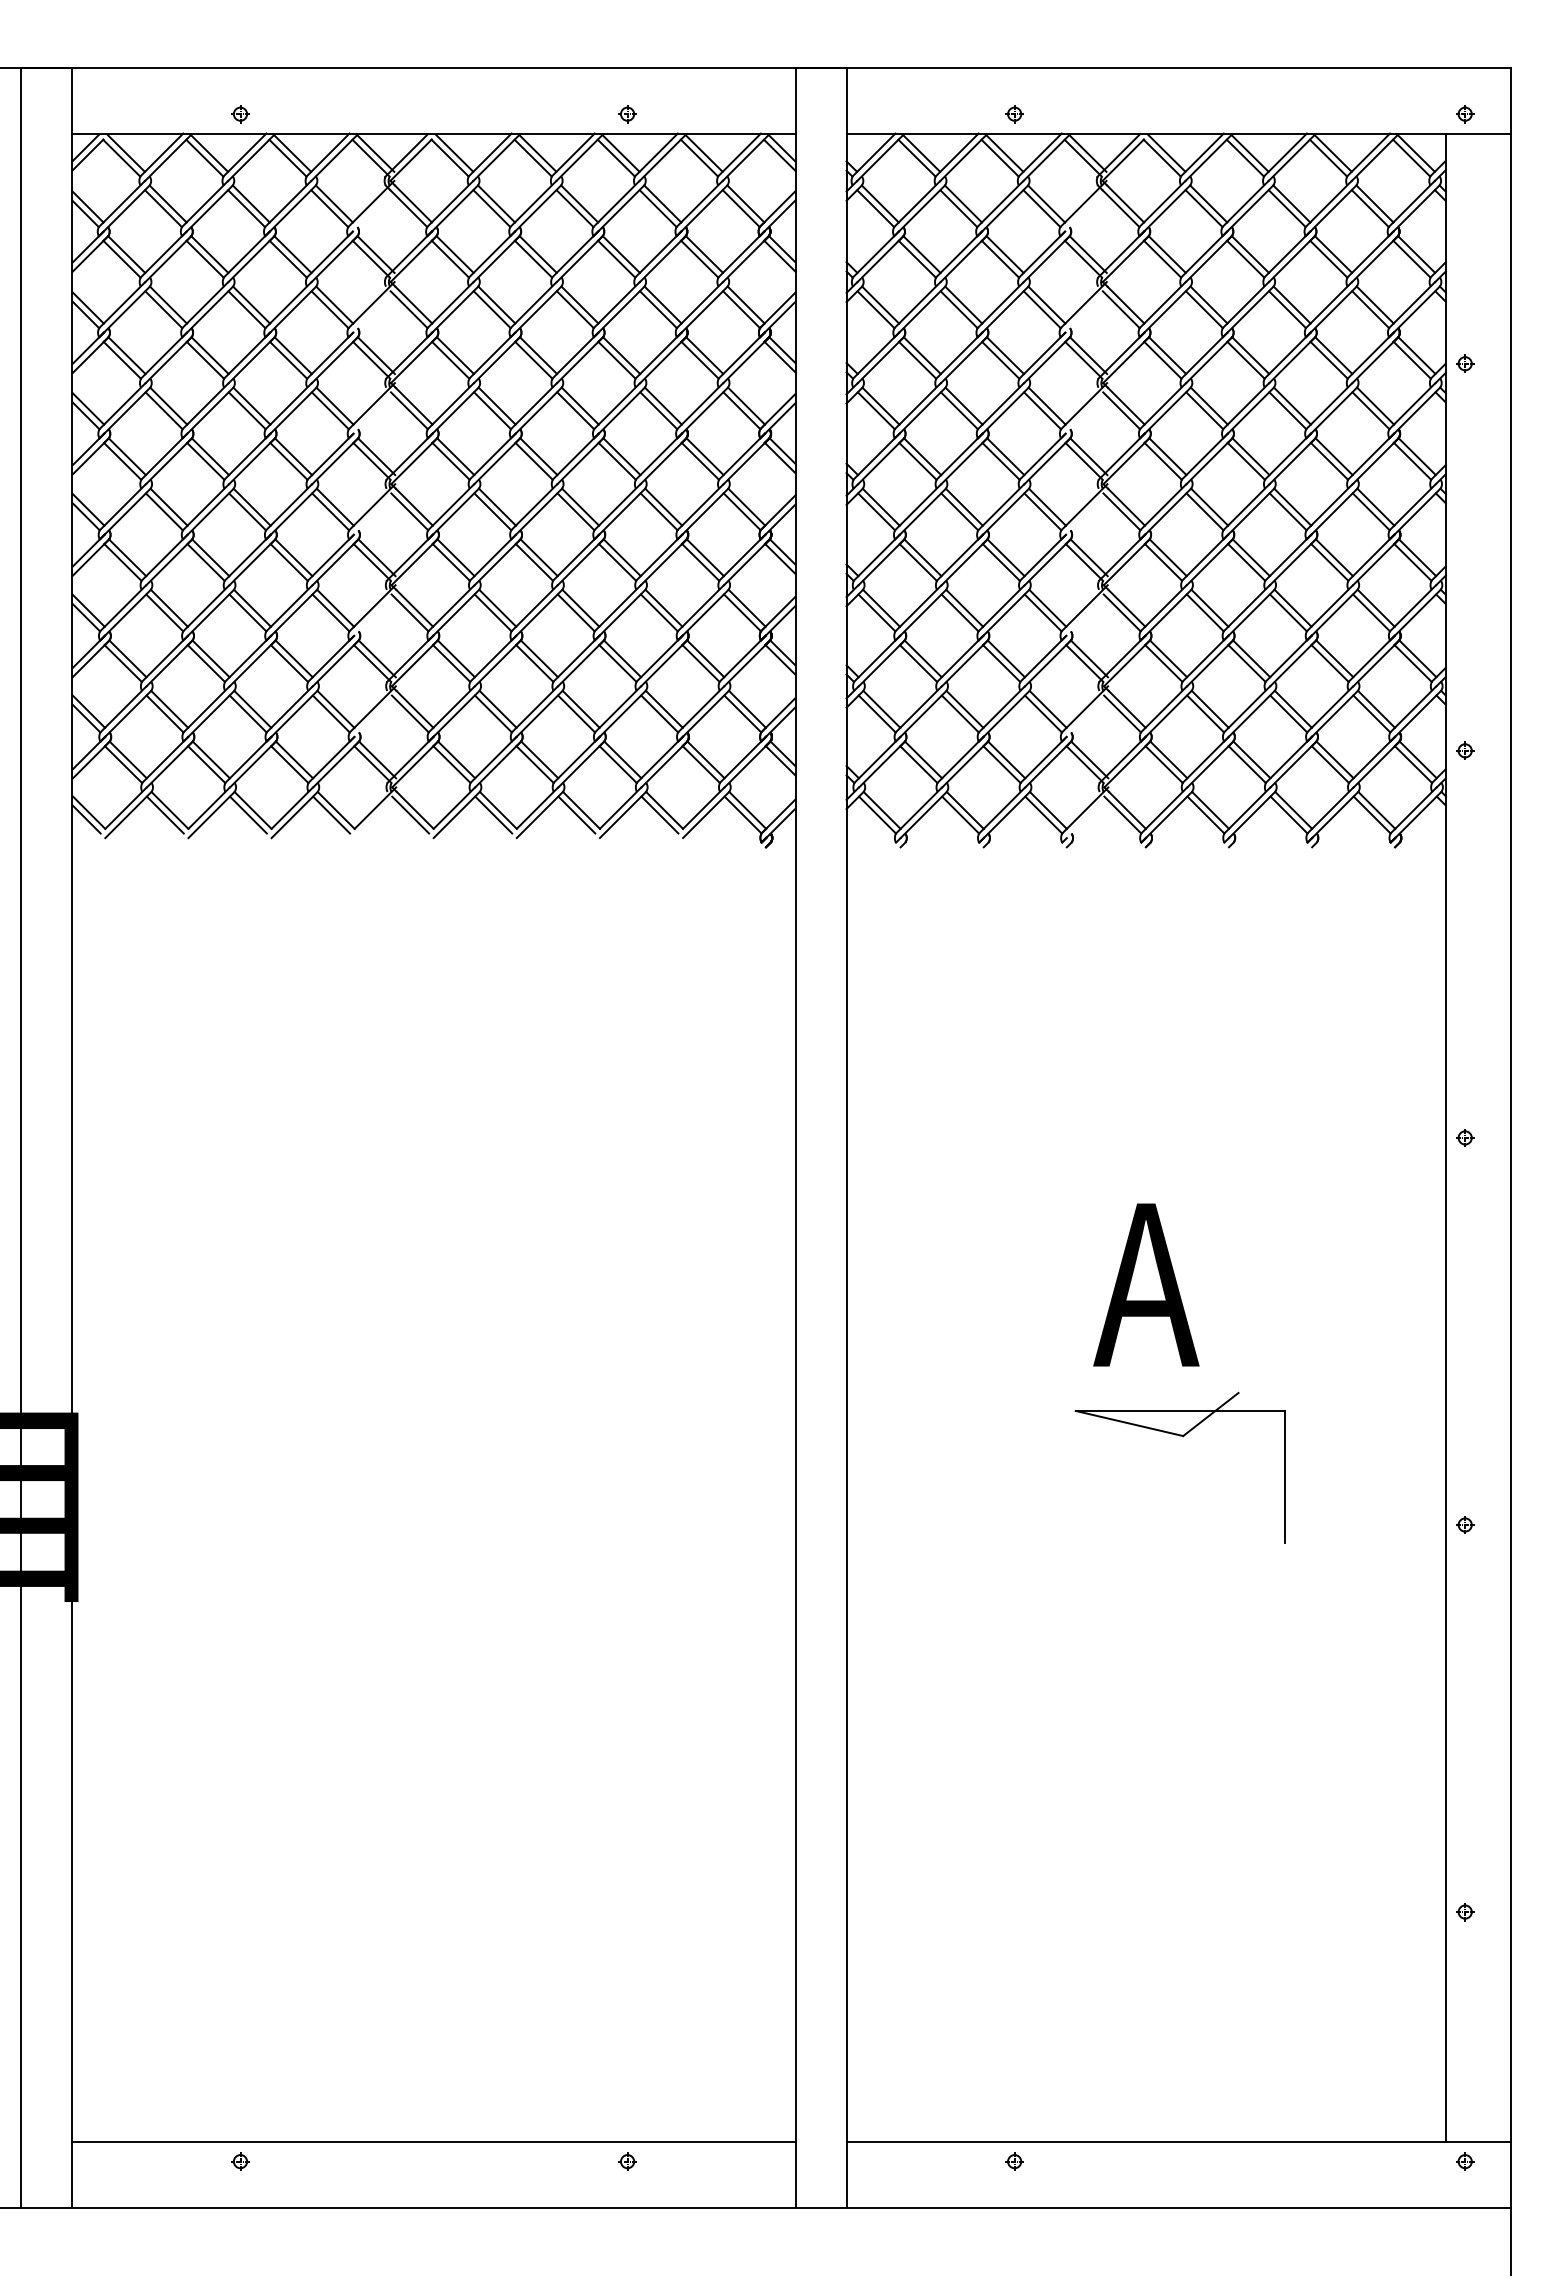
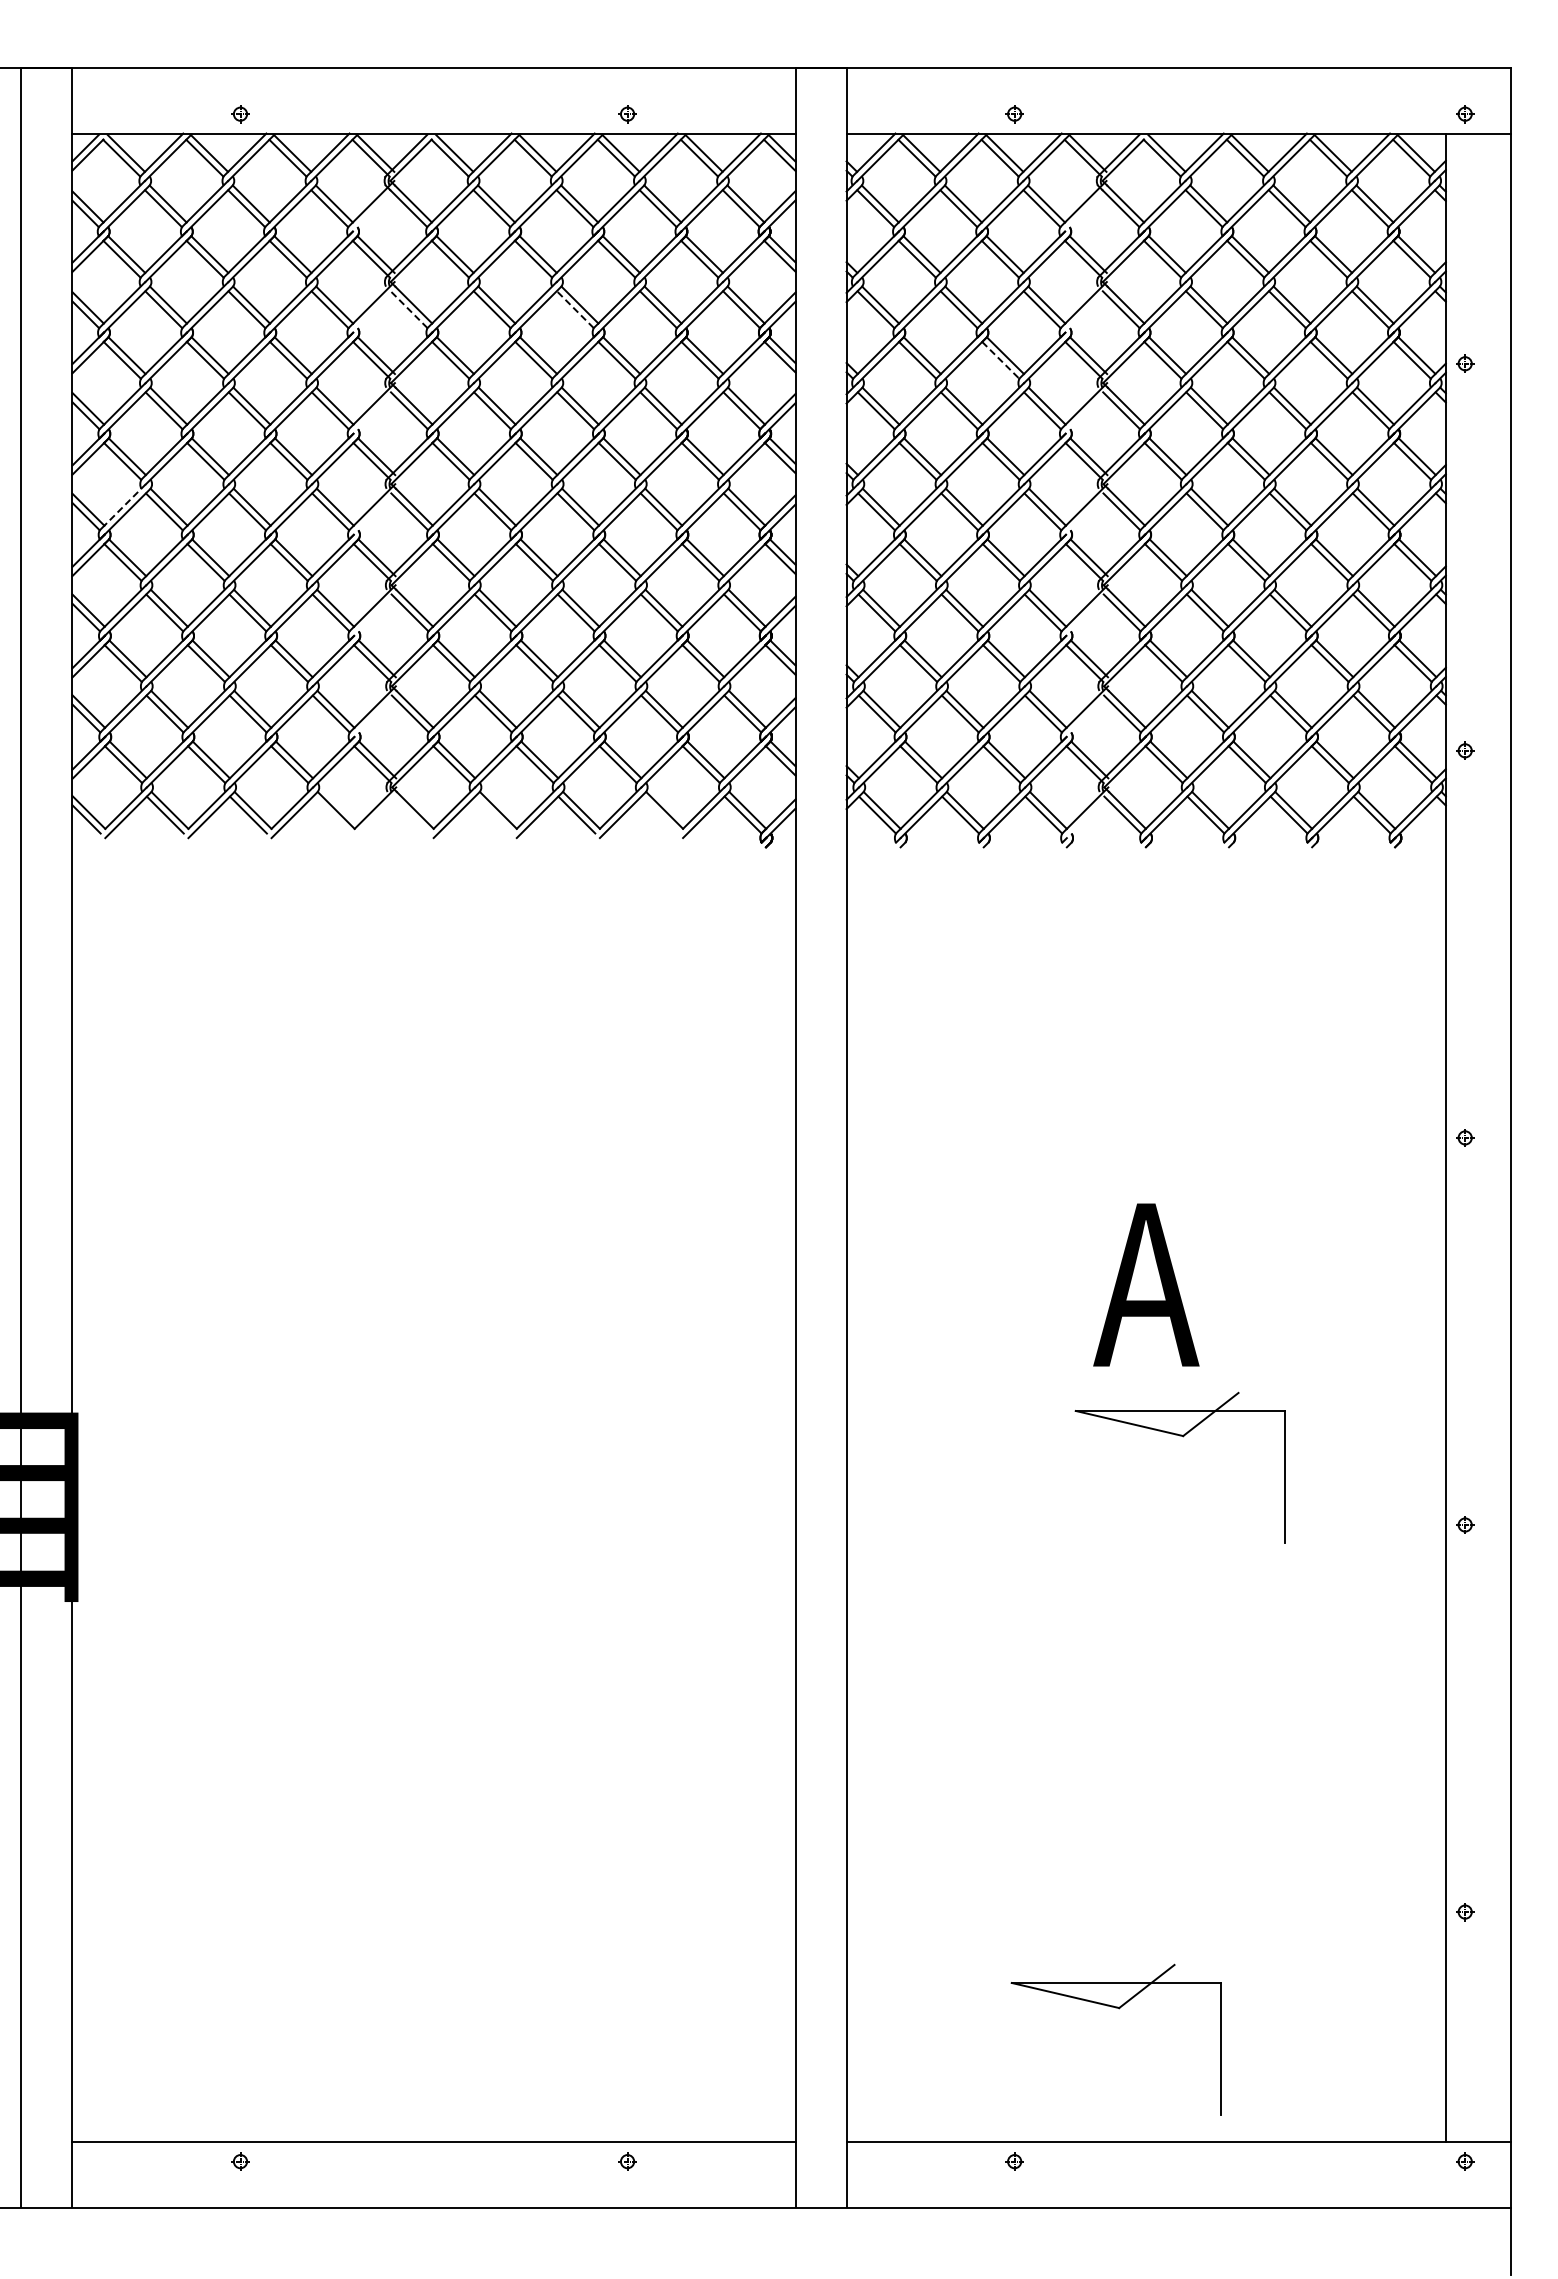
line at (408, 309): solid -> dashed
line at (574, 309): solid -> dashed
line at (1001, 360): solid -> dashed
line at (124, 505): solid -> dashed
line at (331, 814): present -> none
line at (410, 814): present -> none
line at (493, 814): present -> none
line at (659, 814): present -> none
part at (1119, 2009): none -> present
